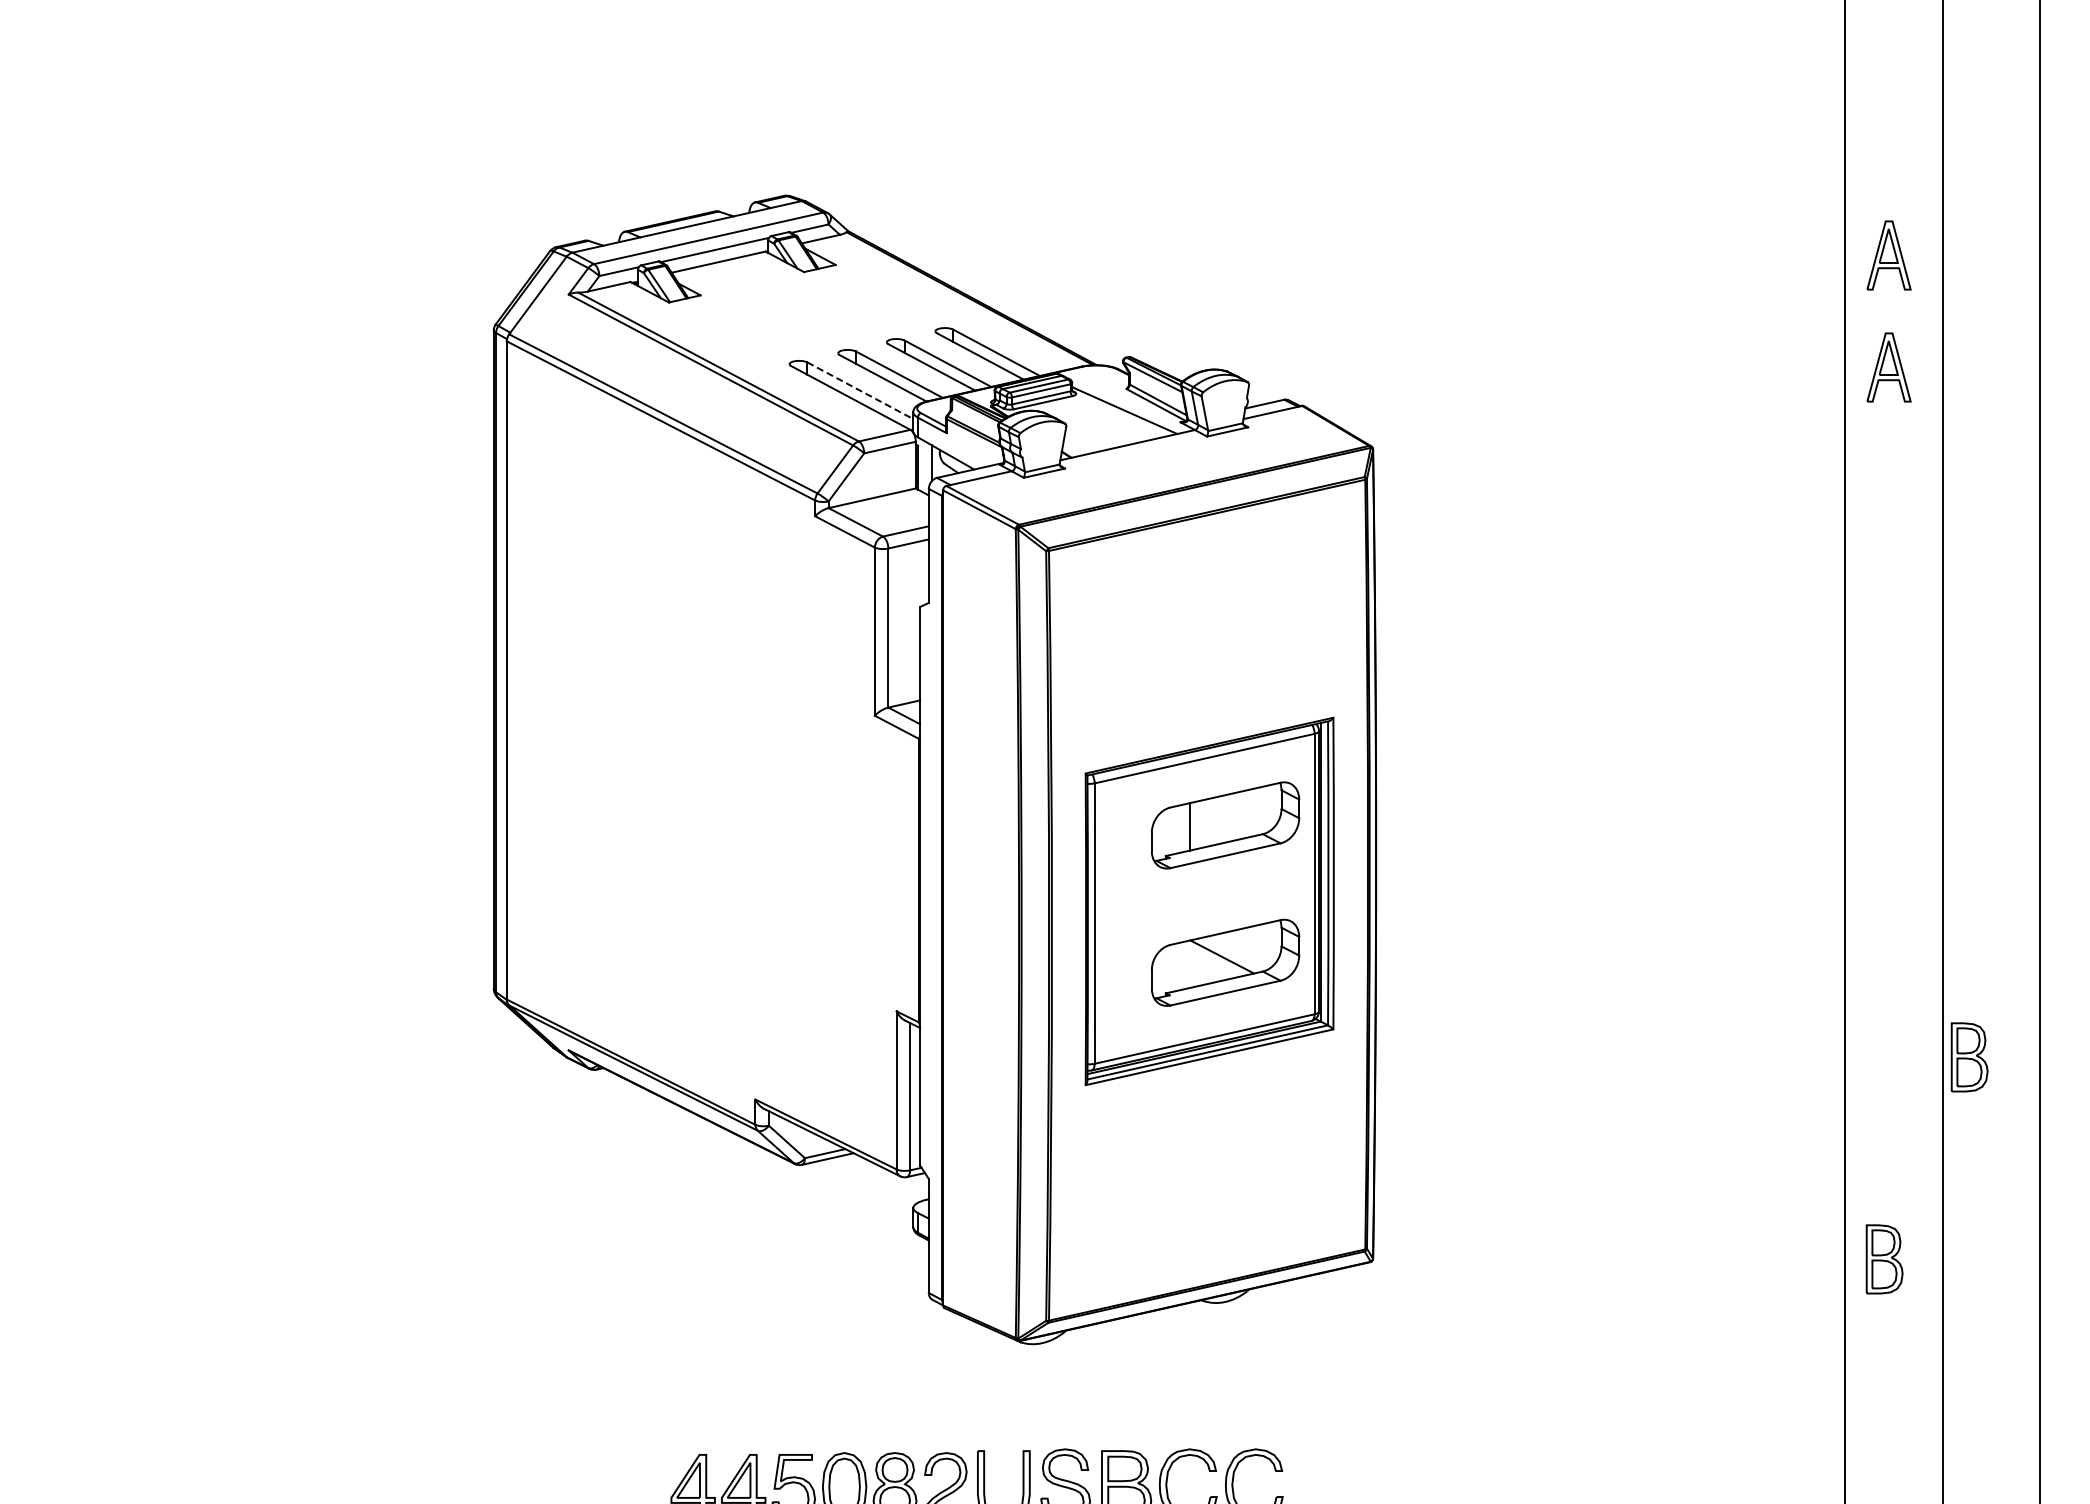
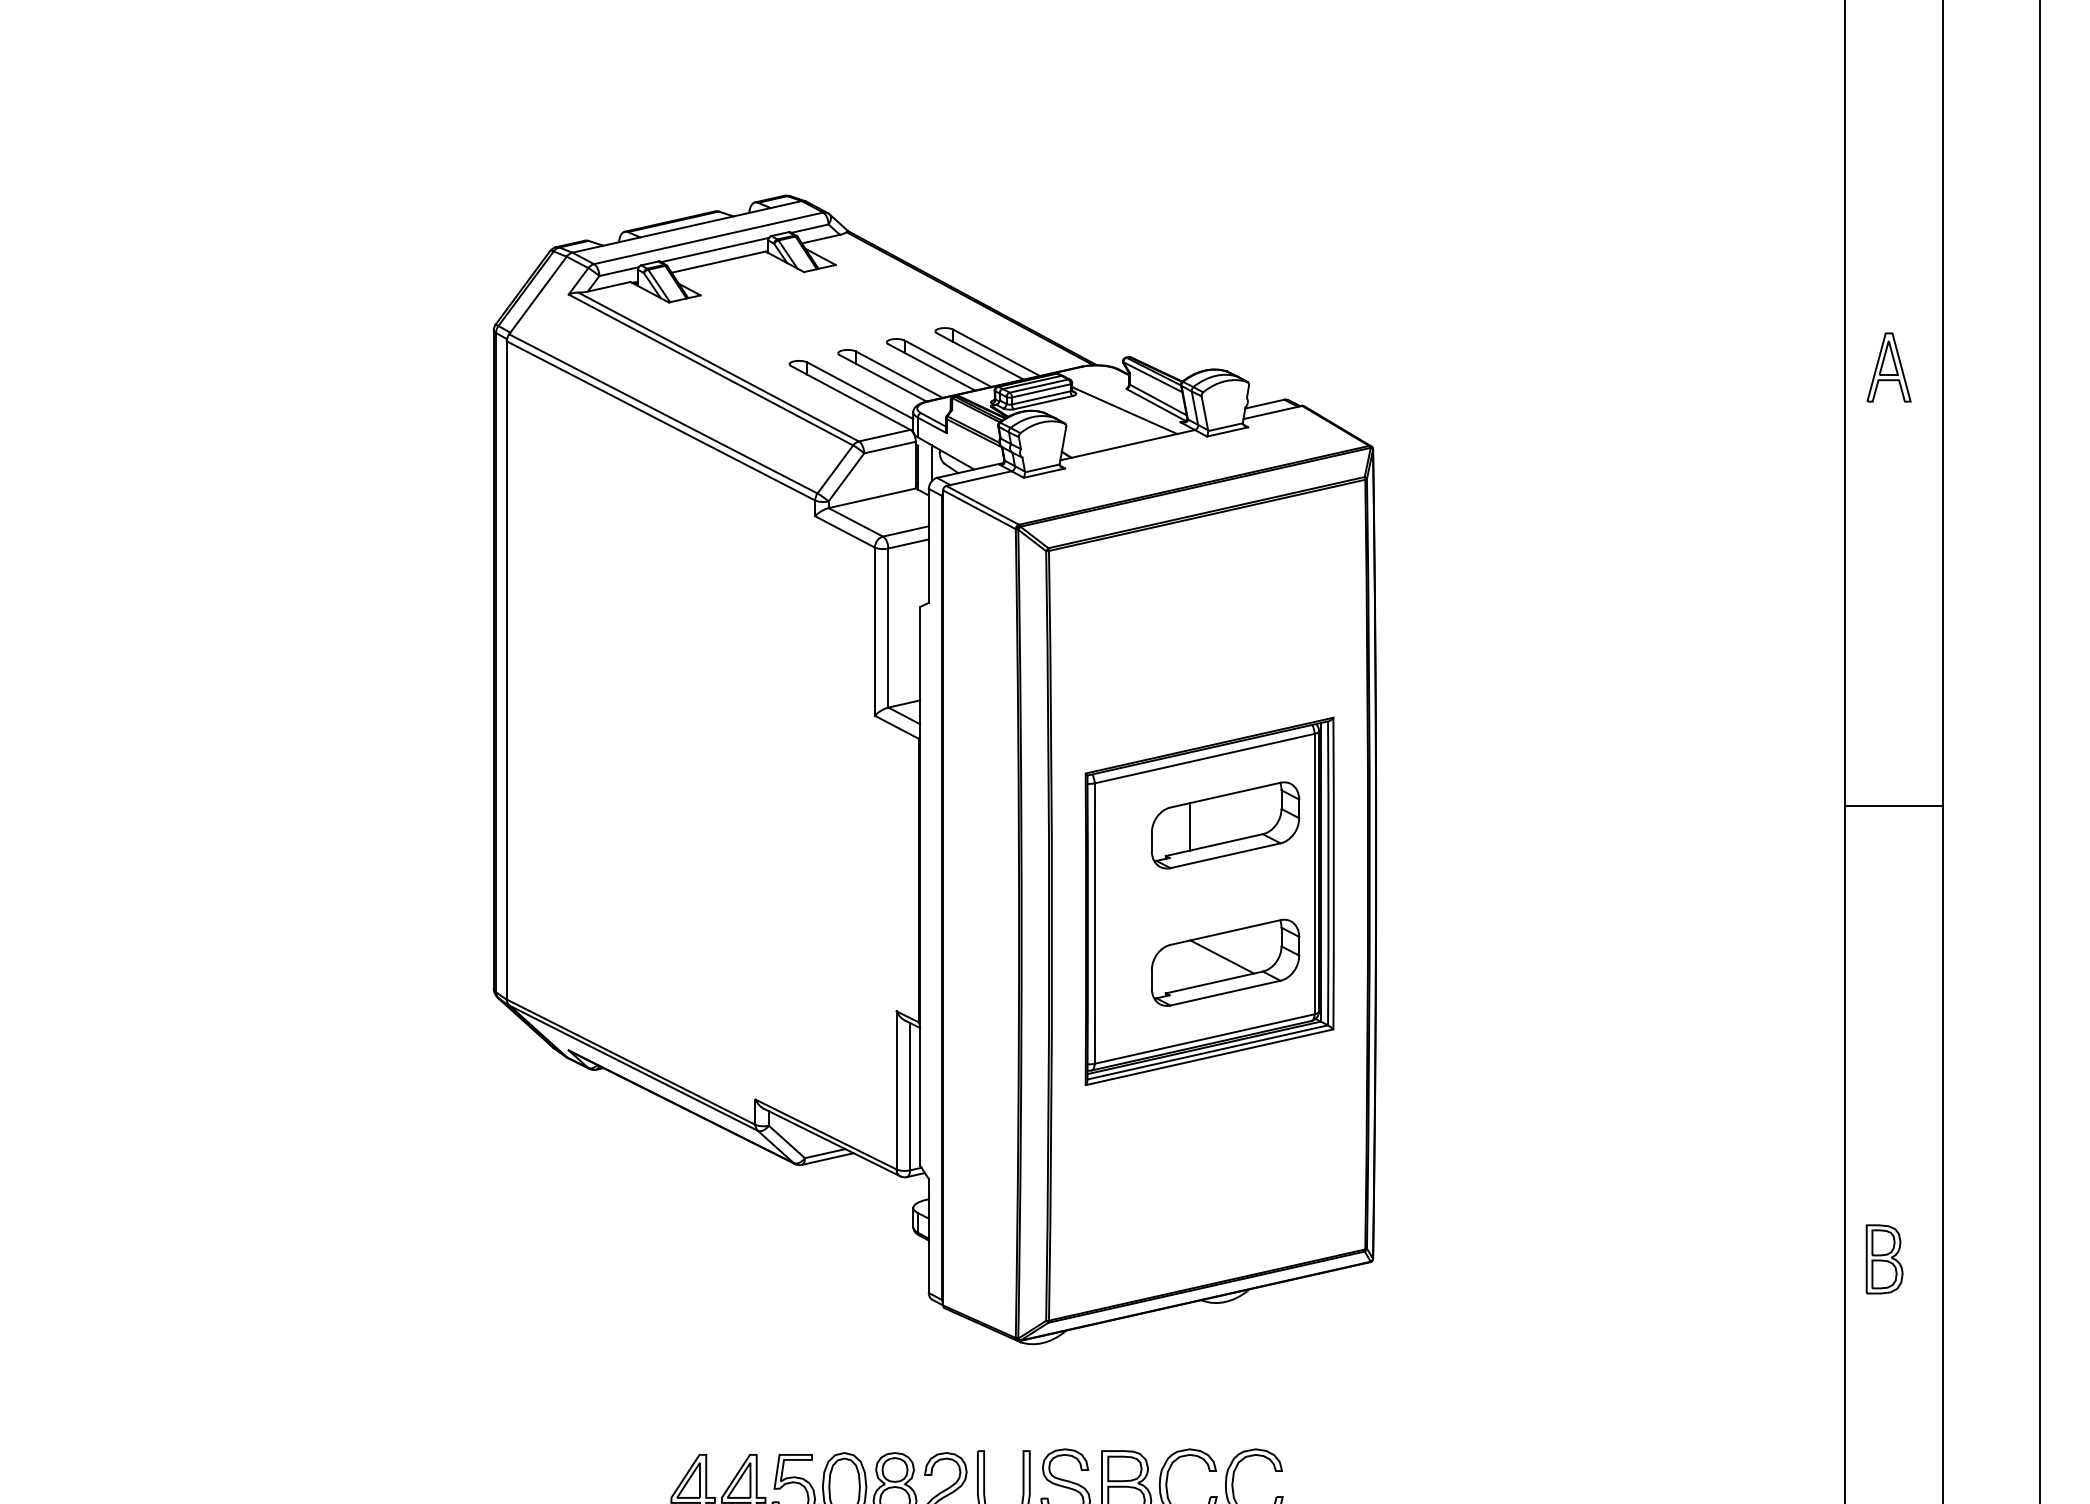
part at (1888, 255): present -> none
line at (860, 390): dashed -> solid
line at (1893, 806): none -> present
part at (1969, 1057): present -> none
